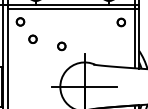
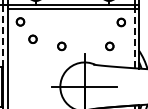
line at (3, 35): solid -> dashed
line at (134, 38): solid -> dashed
part at (109, 46): none -> present
